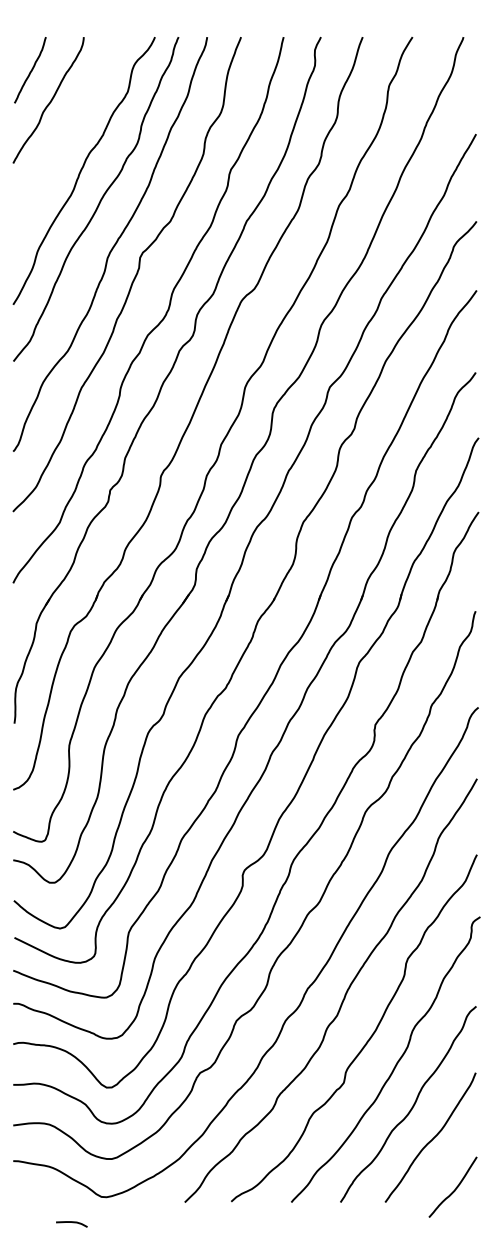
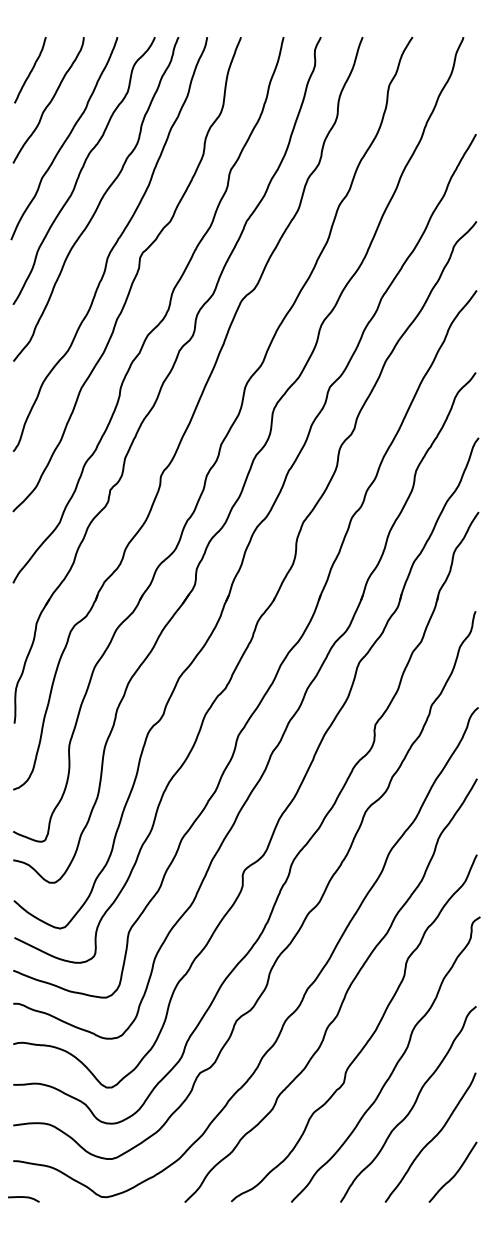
curve at (65, 139): none -> present
curve at (455, 1187) position: (455, 1187) -> (455, 1172)
curve at (72, 1223) position: (72, 1223) -> (24, 1198)
